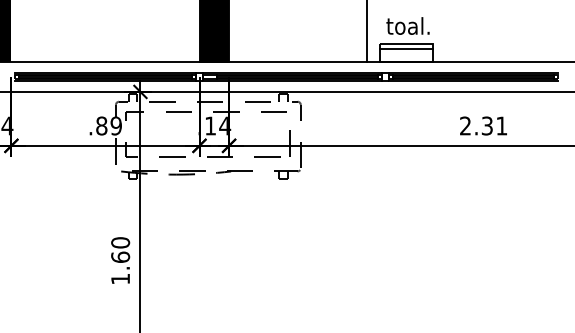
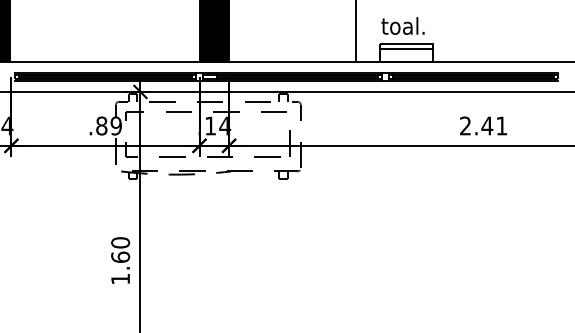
text at (407, 25) position: (407, 25) -> (402, 25)
line at (366, 32) position: (366, 32) -> (355, 32)
text at (487, 125): 2.31 -> 2.41
